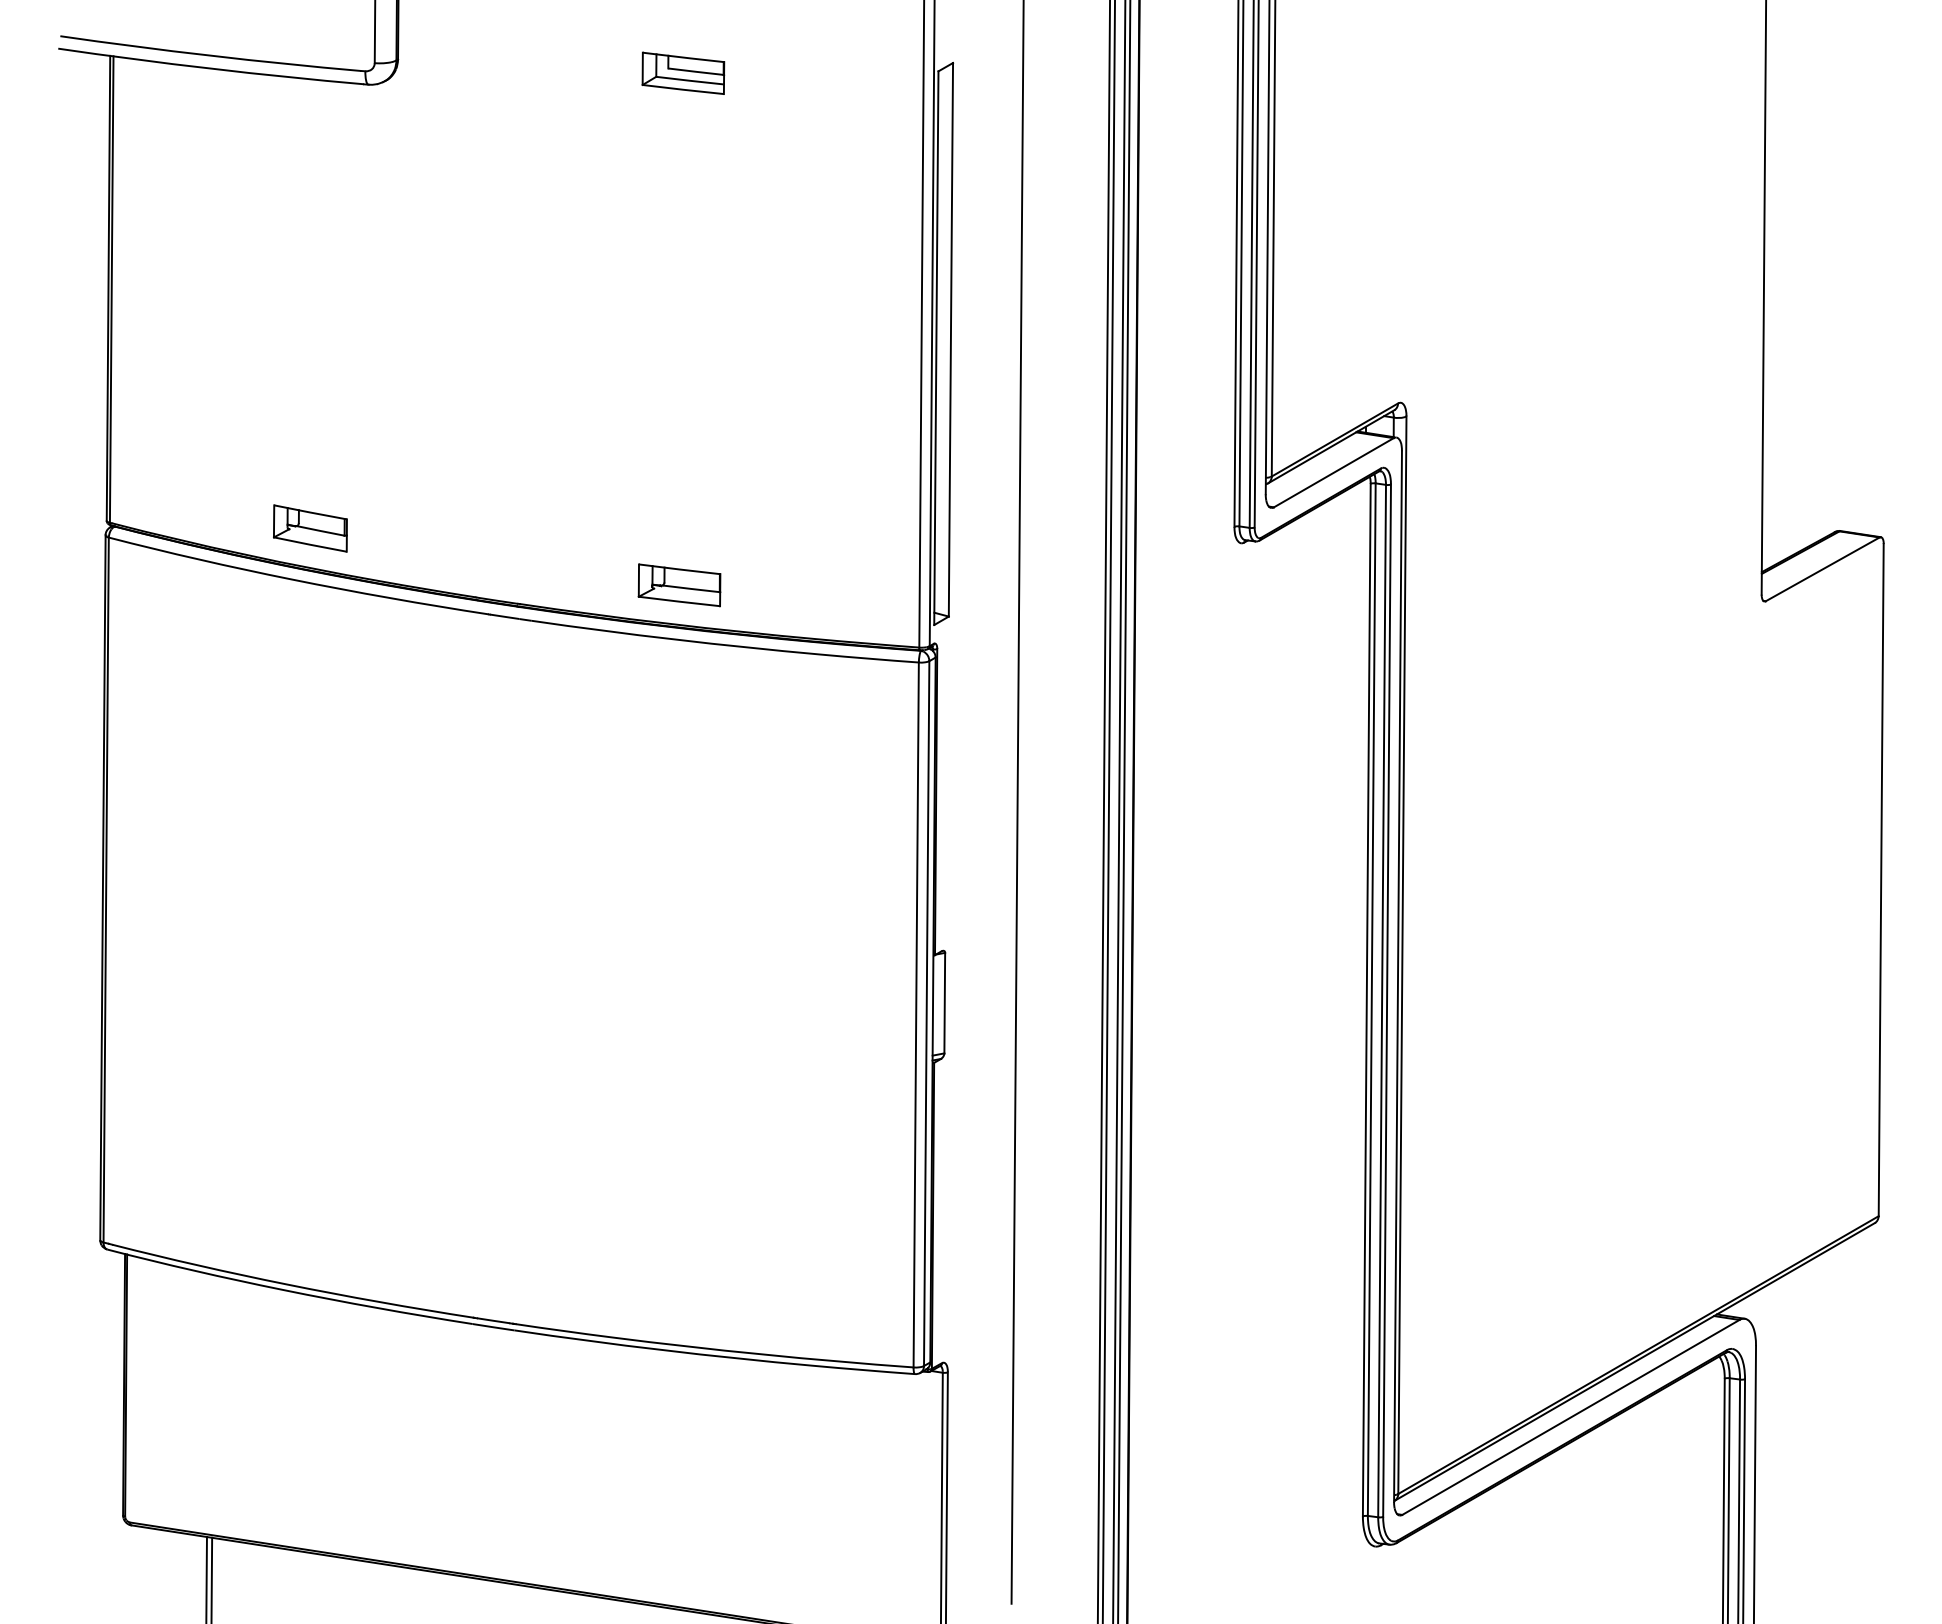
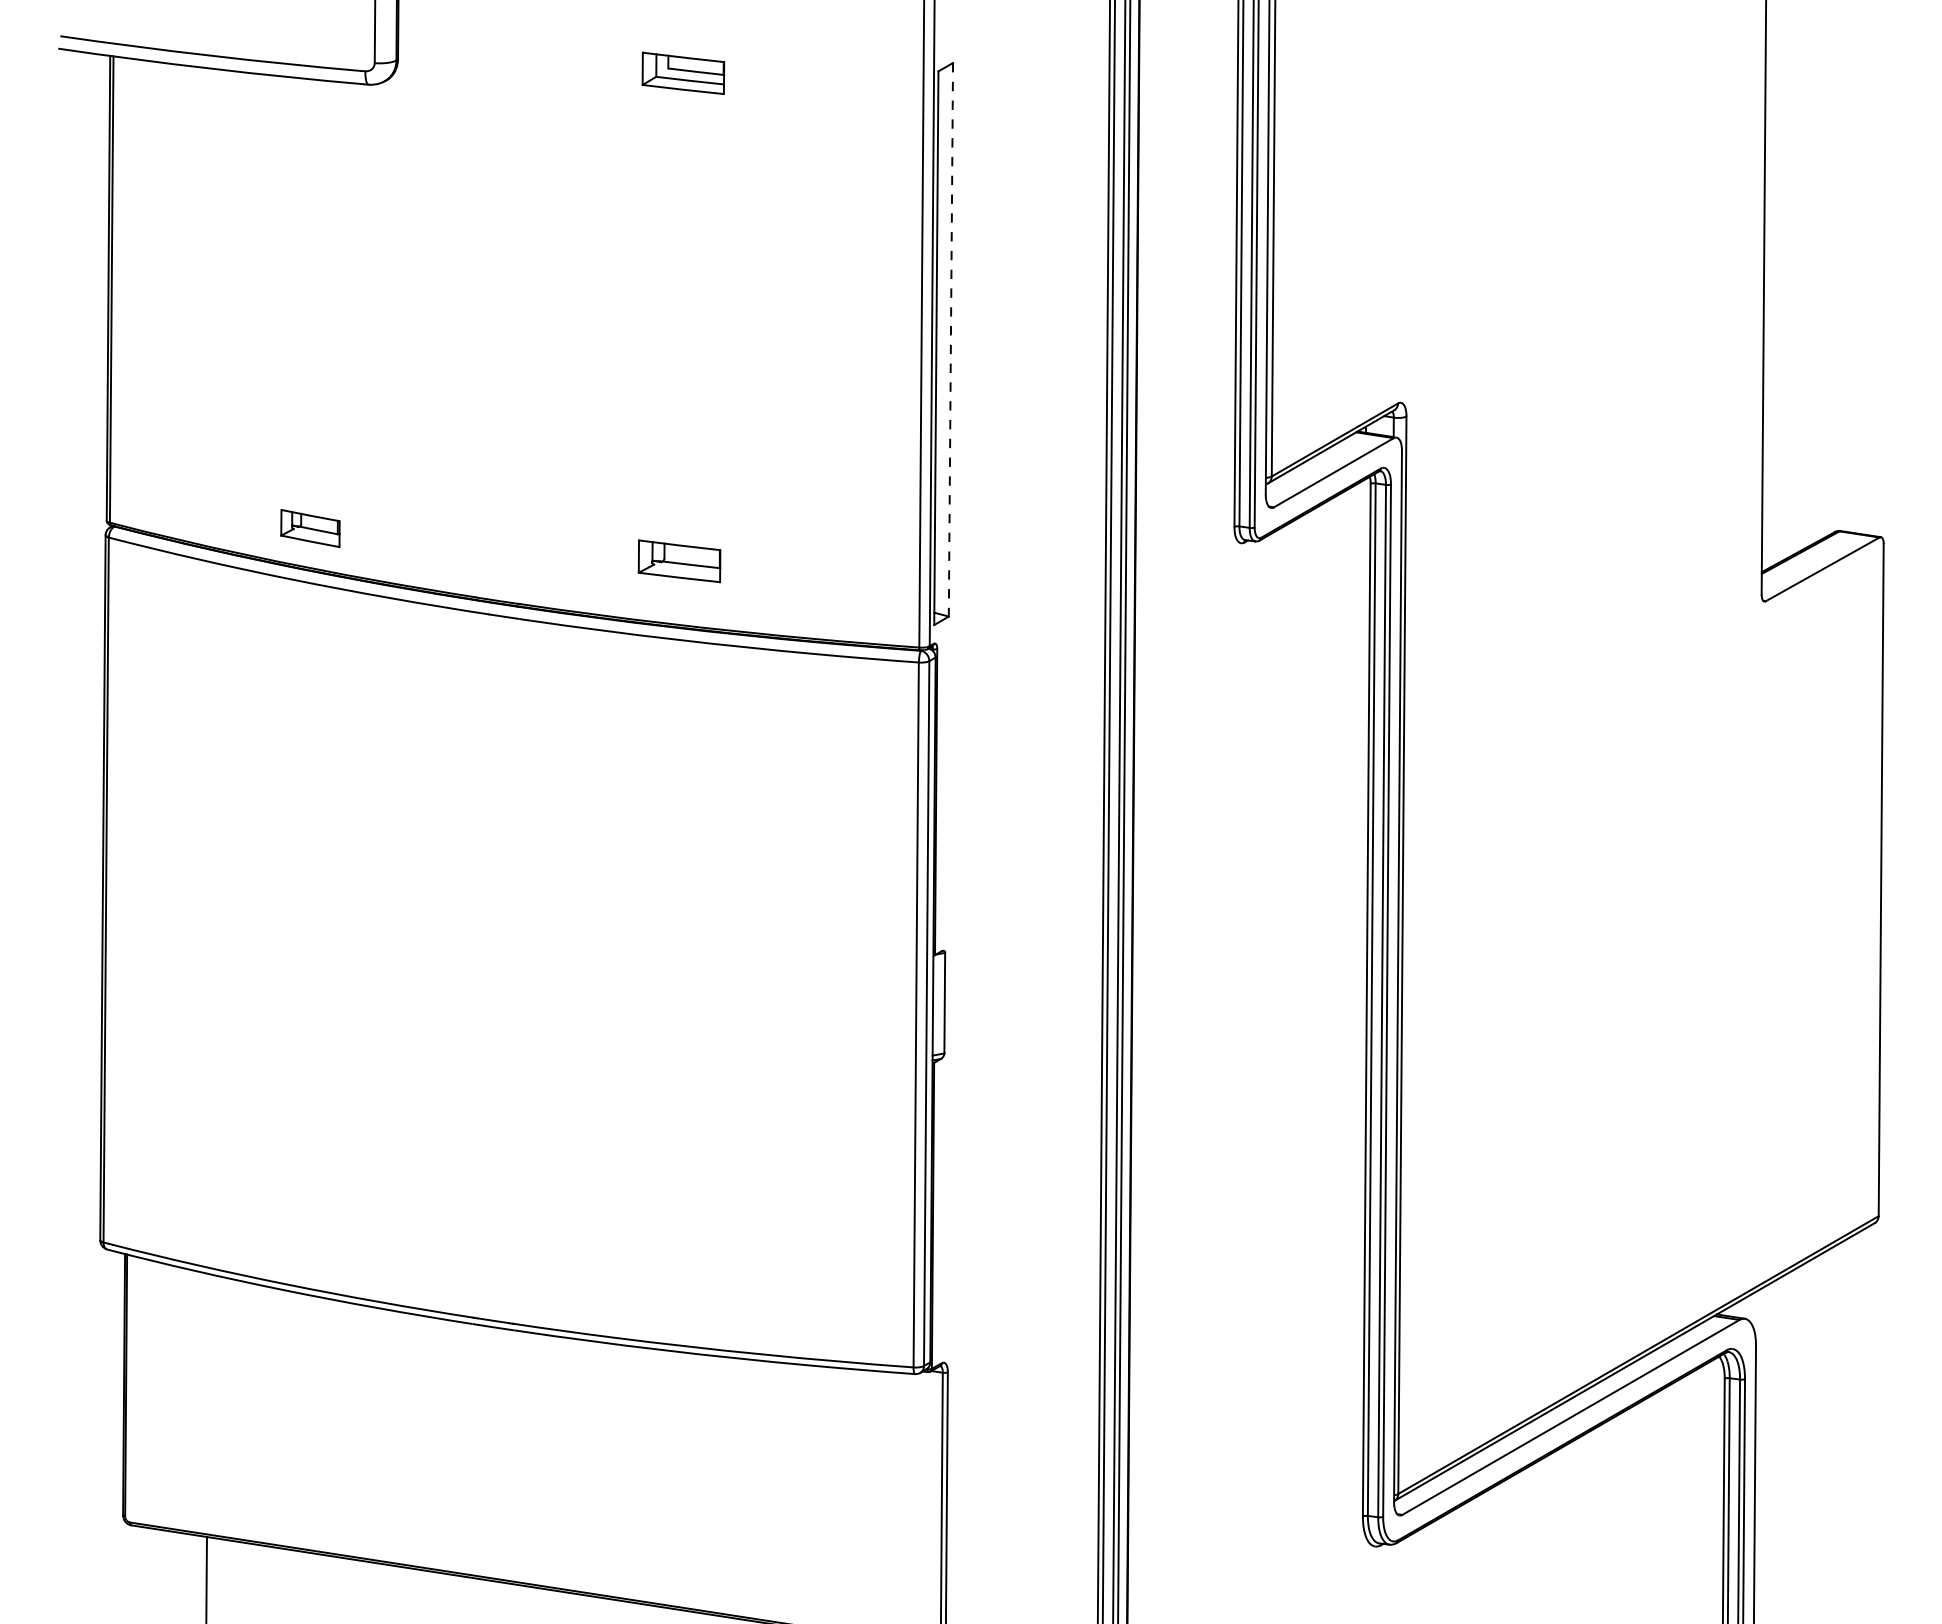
line at (950, 339): solid -> dashed
part at (310, 528) size: 75x49 px -> 61x39 px
part at (679, 585) position: (679, 585) -> (679, 561)
line at (1017, 802): present -> none
line at (211, 1578): present -> none
